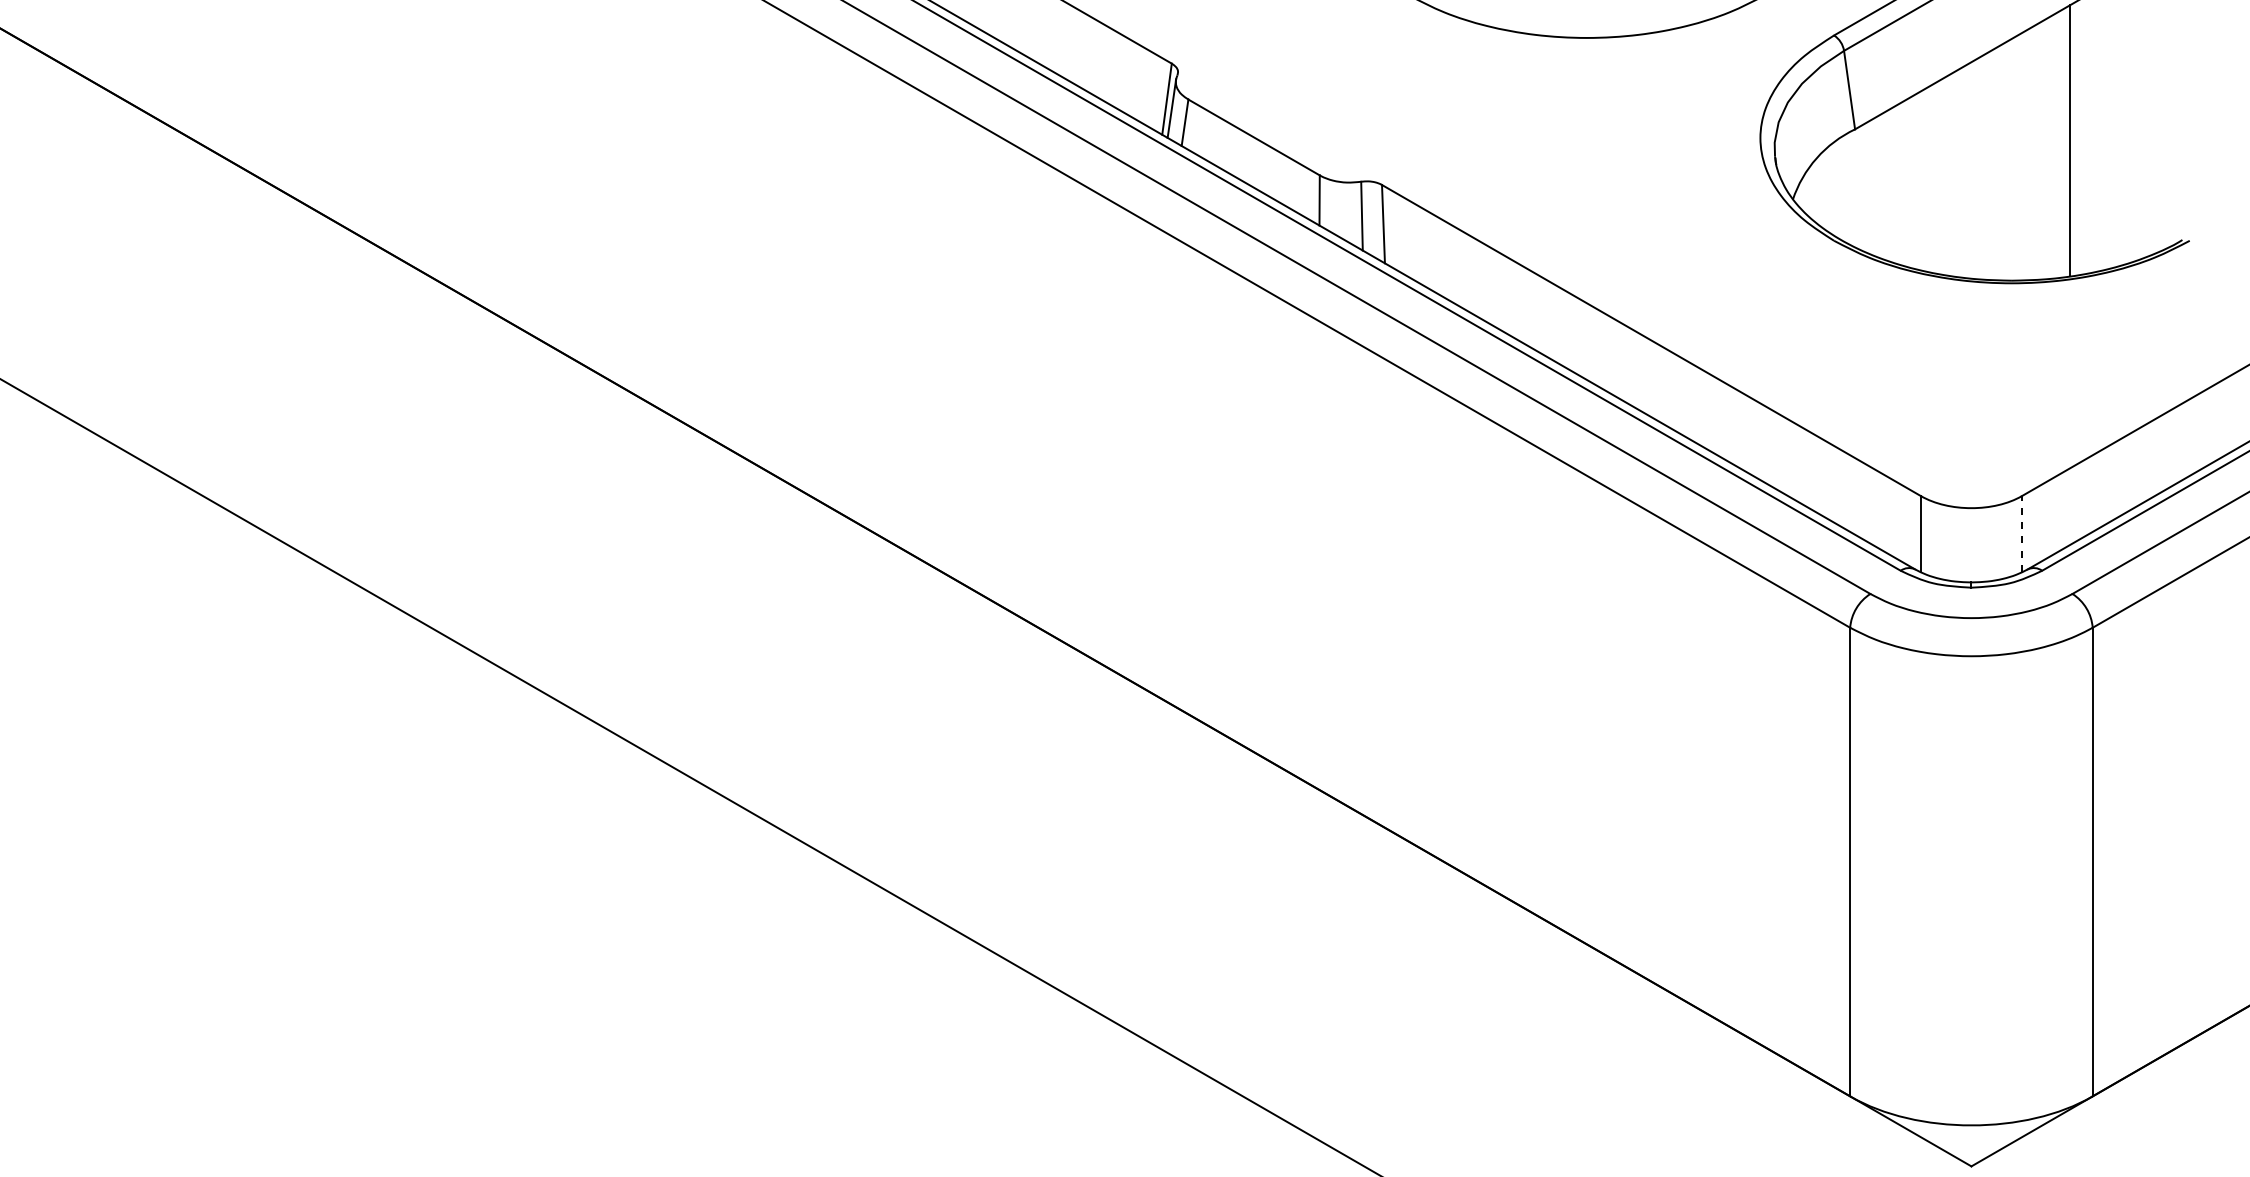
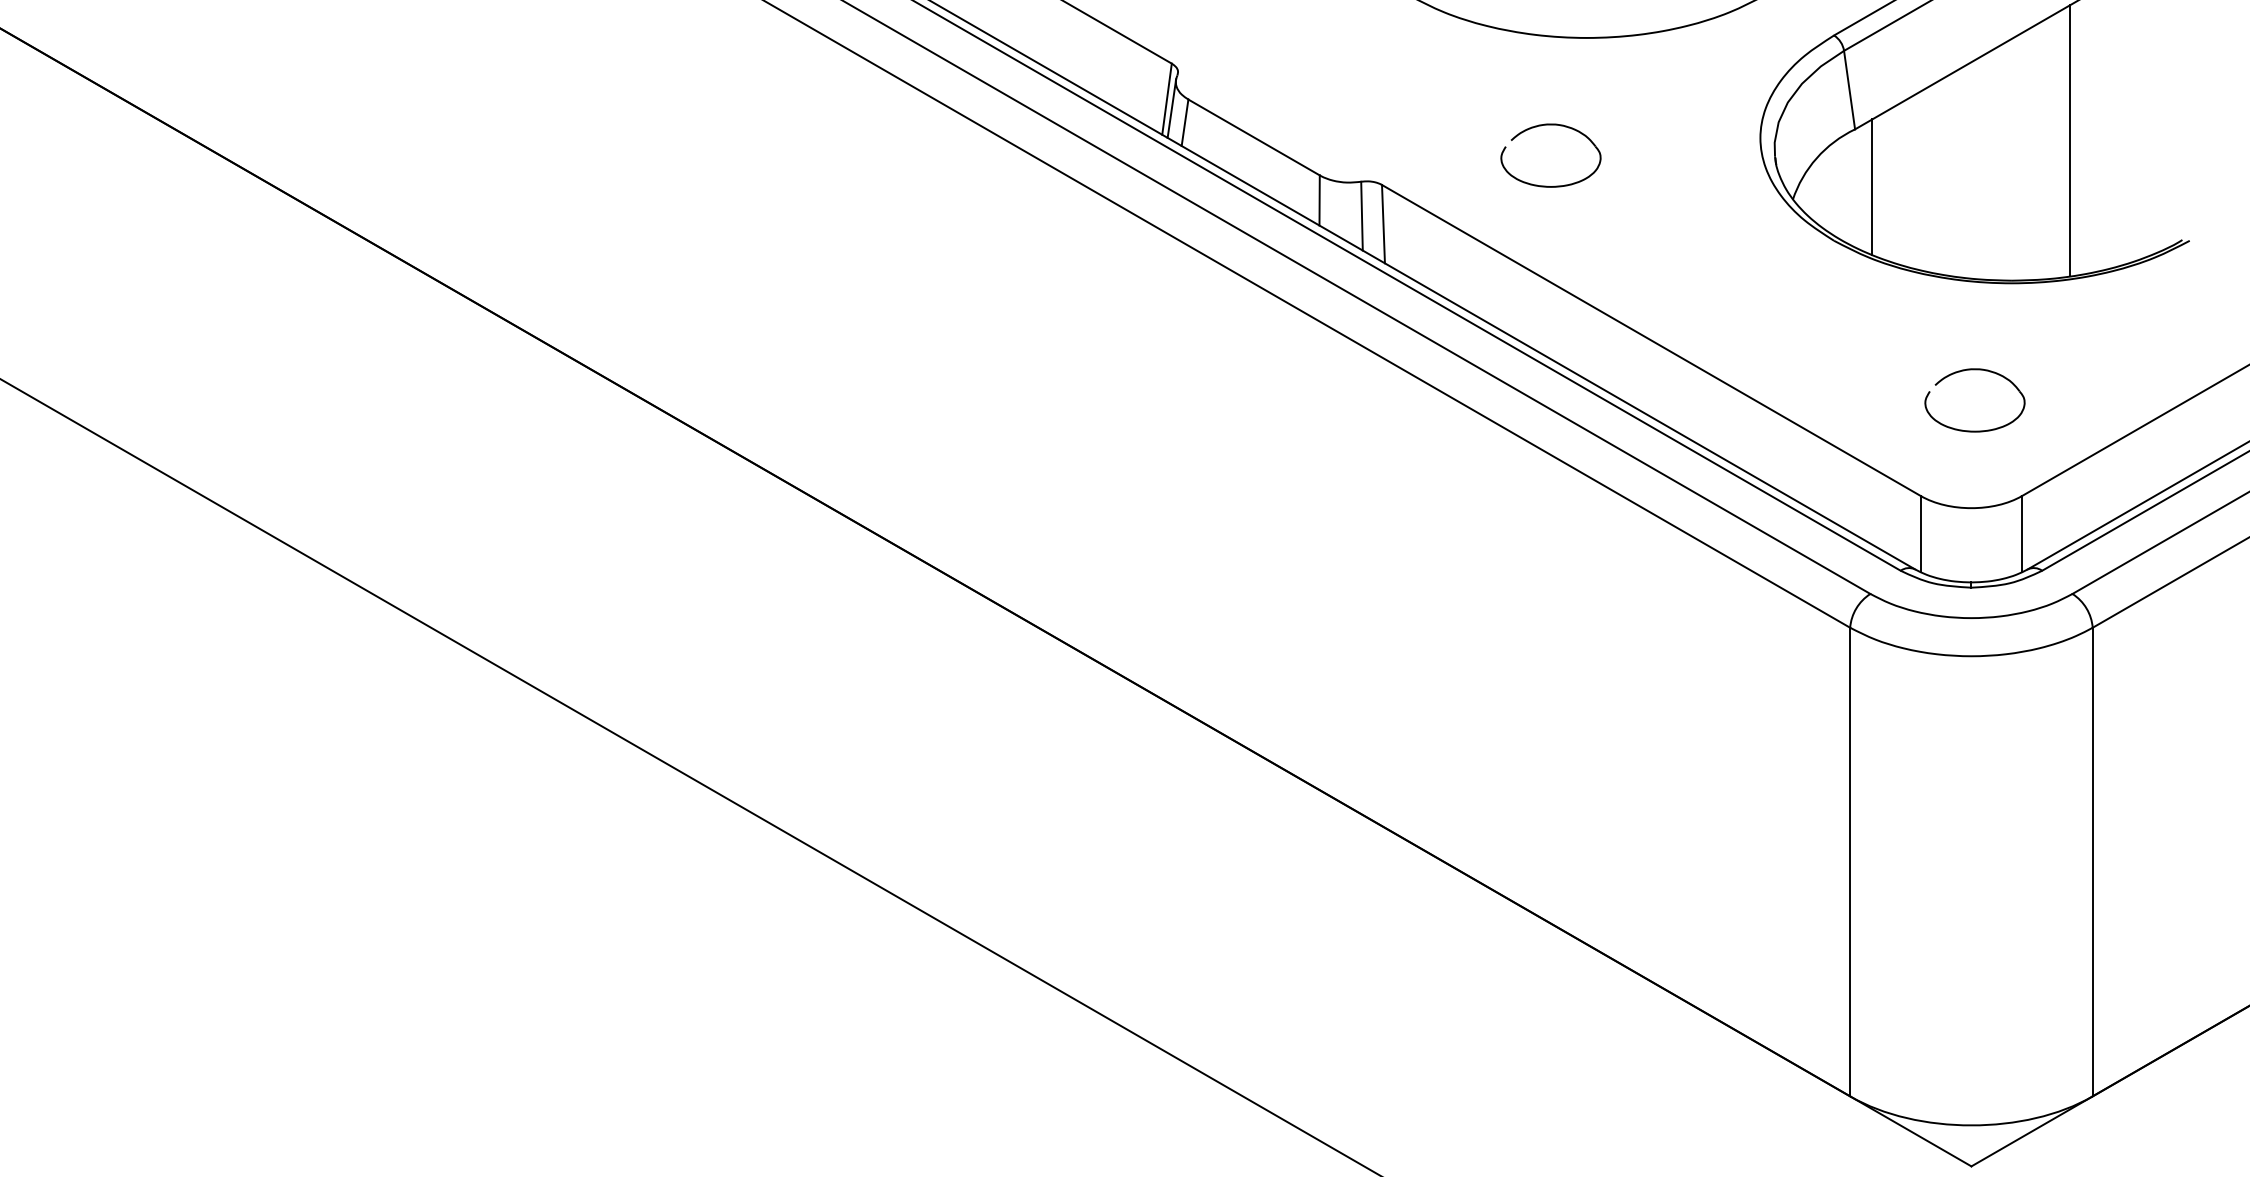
part at (1550, 125): none -> present
line at (1872, 187): none -> present
part at (1974, 370): none -> present
line at (2021, 533): dashed -> solid
